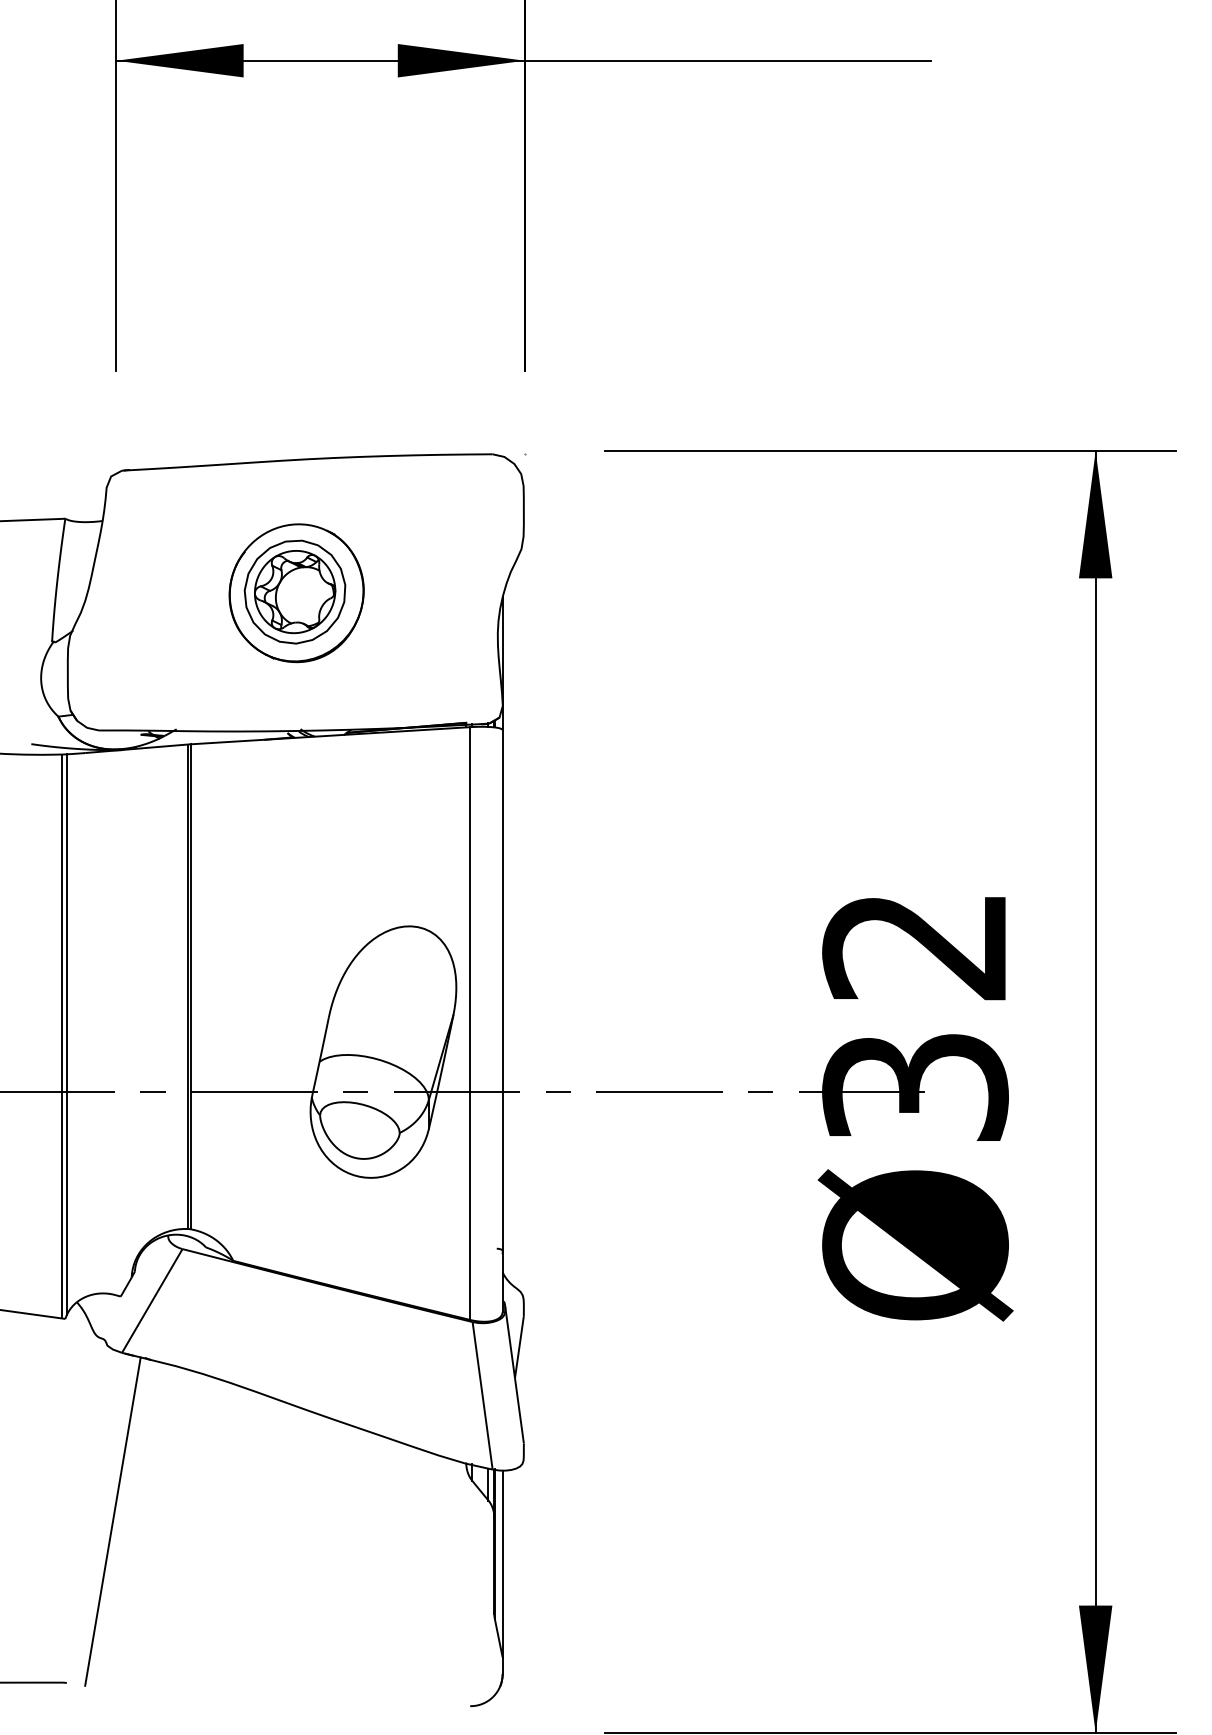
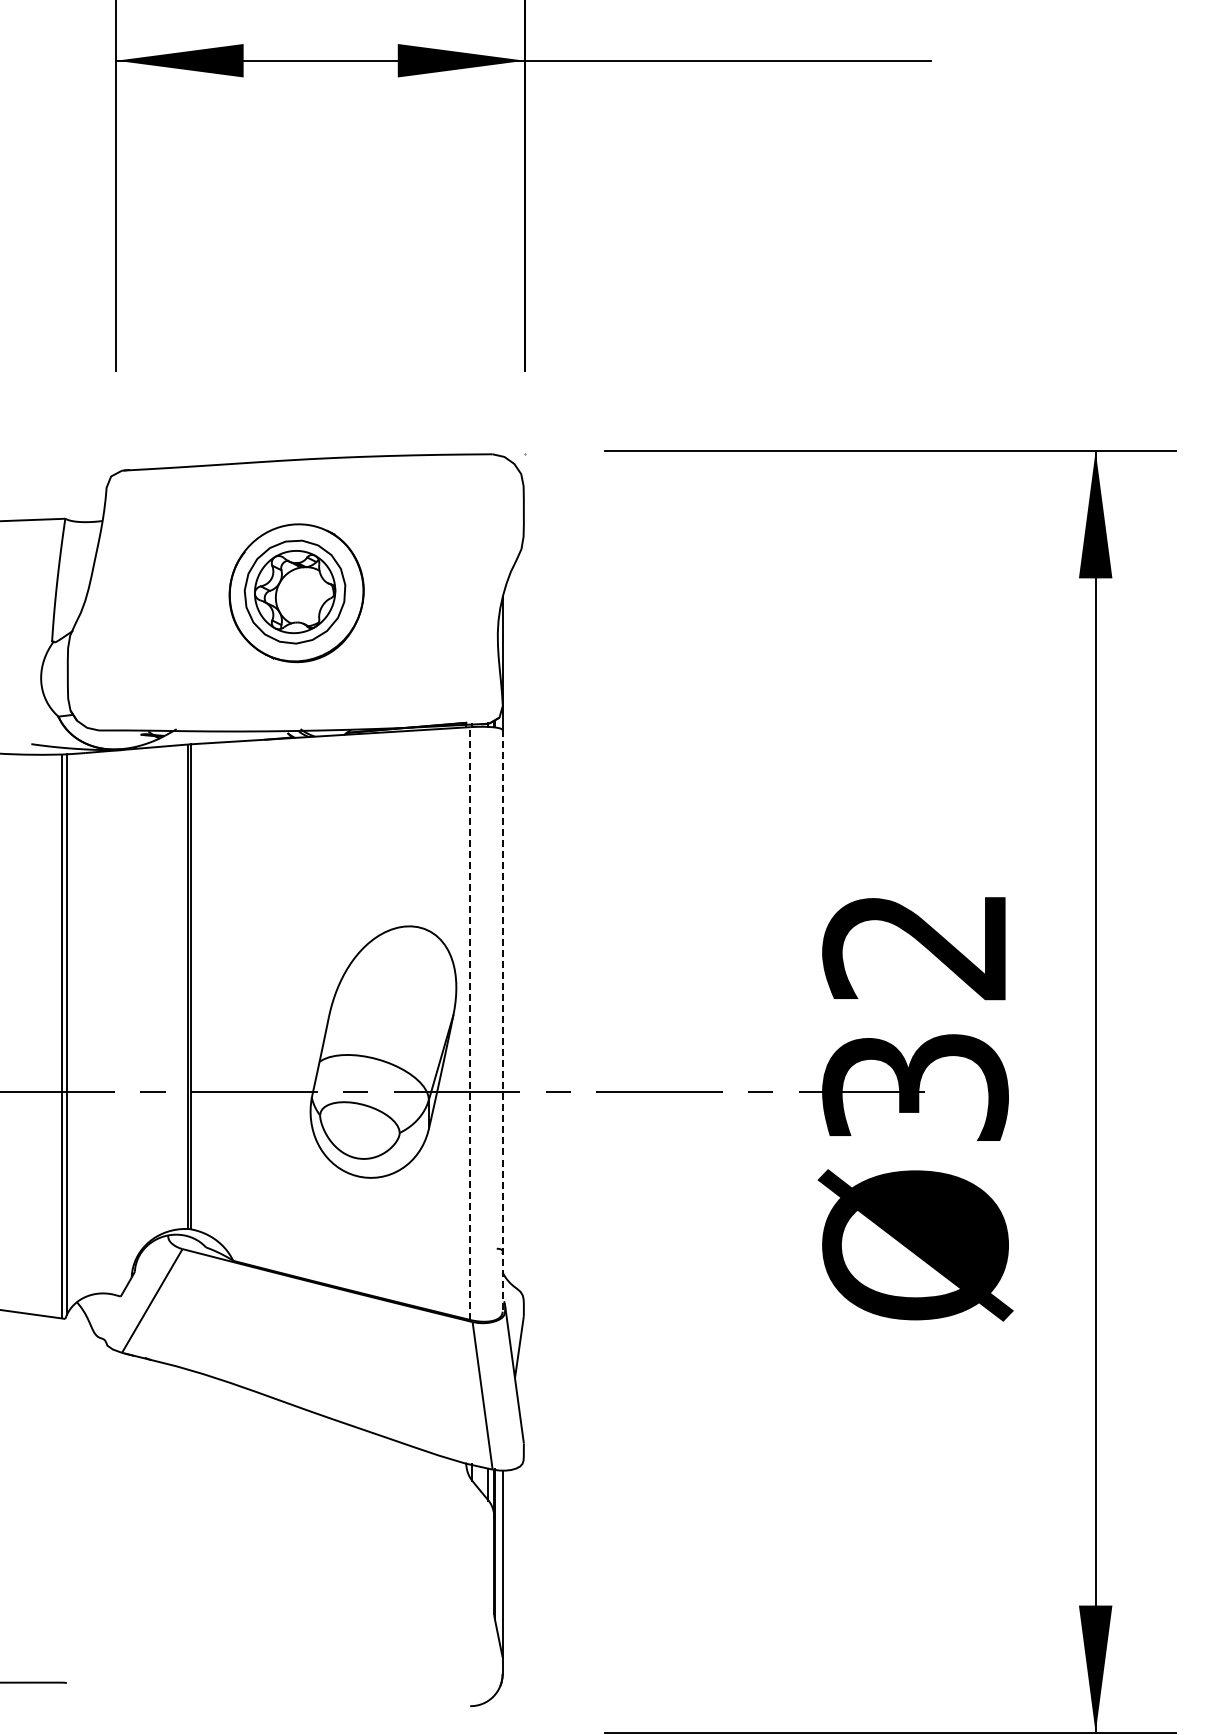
line at (502, 1021): solid -> dashed
line at (470, 1023): solid -> dashed
line at (112, 1521): present -> none
